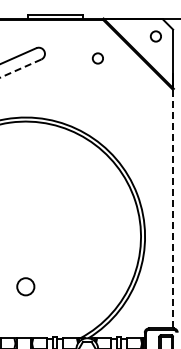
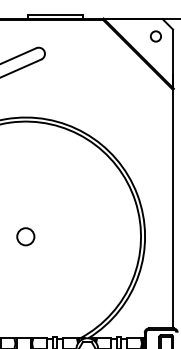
circle at (97, 58): present -> none
line at (20, 68): dashed -> solid
line at (172, 208): dashed -> solid
circle at (25, 286) position: (25, 286) -> (25, 236)
